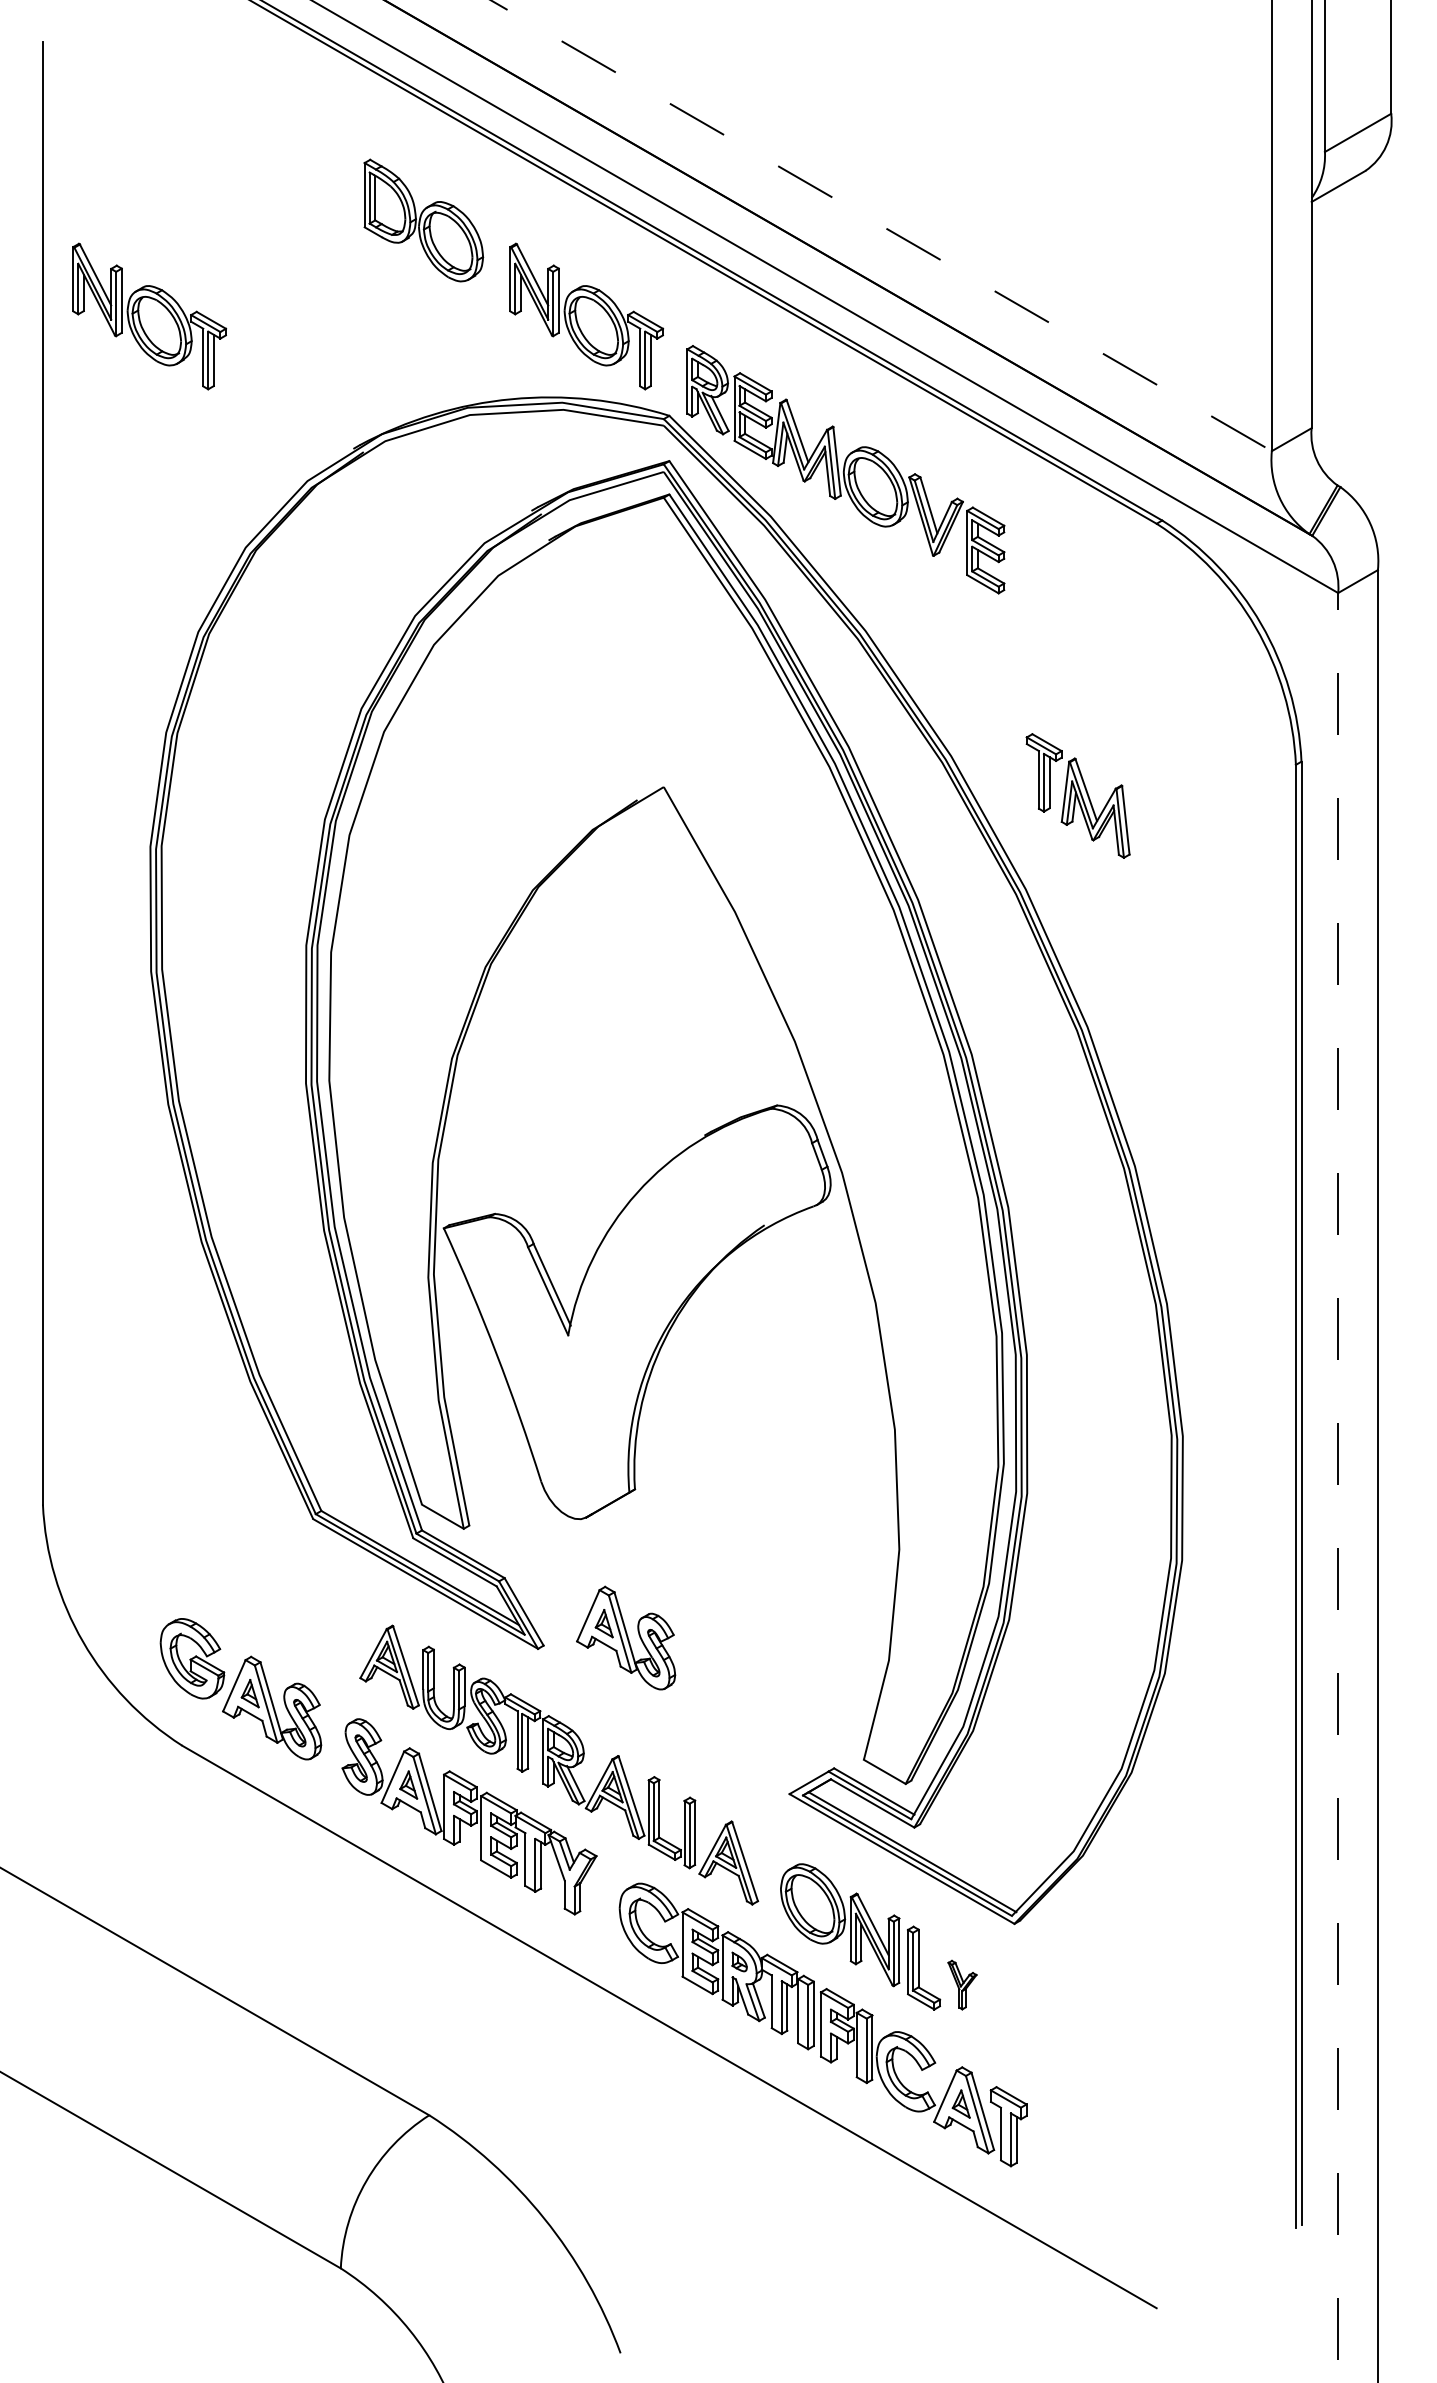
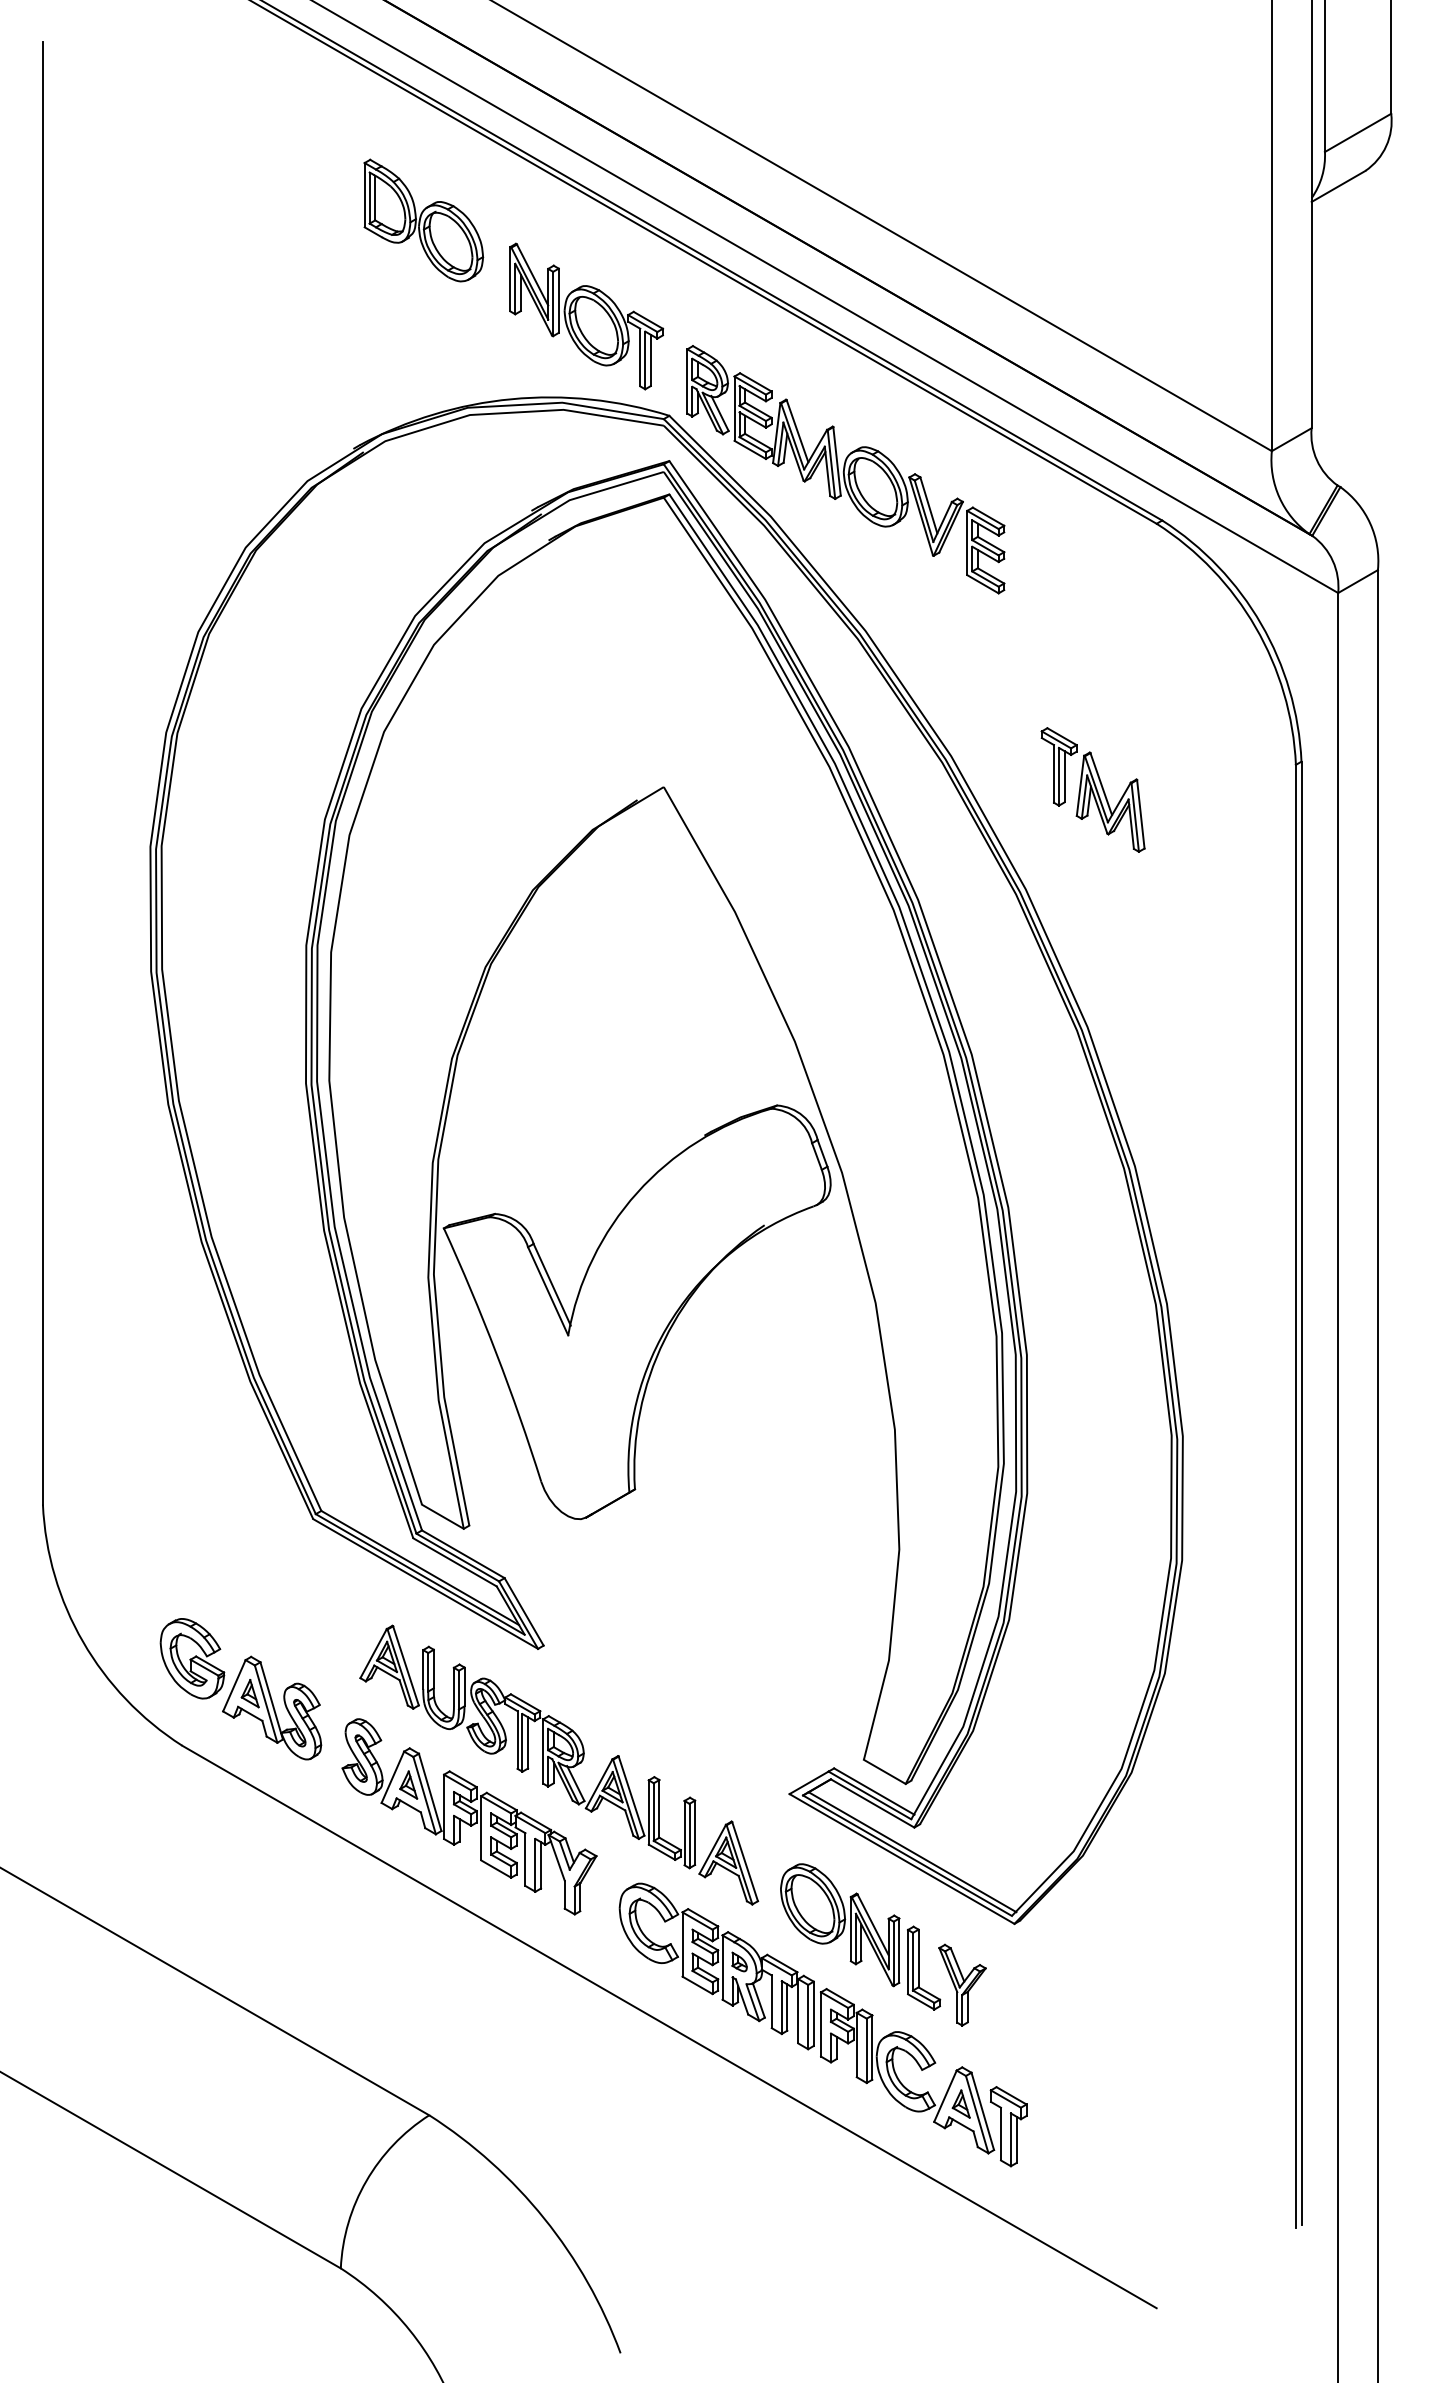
line at (881, 225): dashed -> solid
part at (149, 316): present -> none
part at (1077, 795) position: (1077, 795) -> (1092, 789)
line at (1338, 1487): dashed -> solid
part at (626, 1637): present -> none
part at (962, 1984) size: 31x52 px -> 49x84 px
